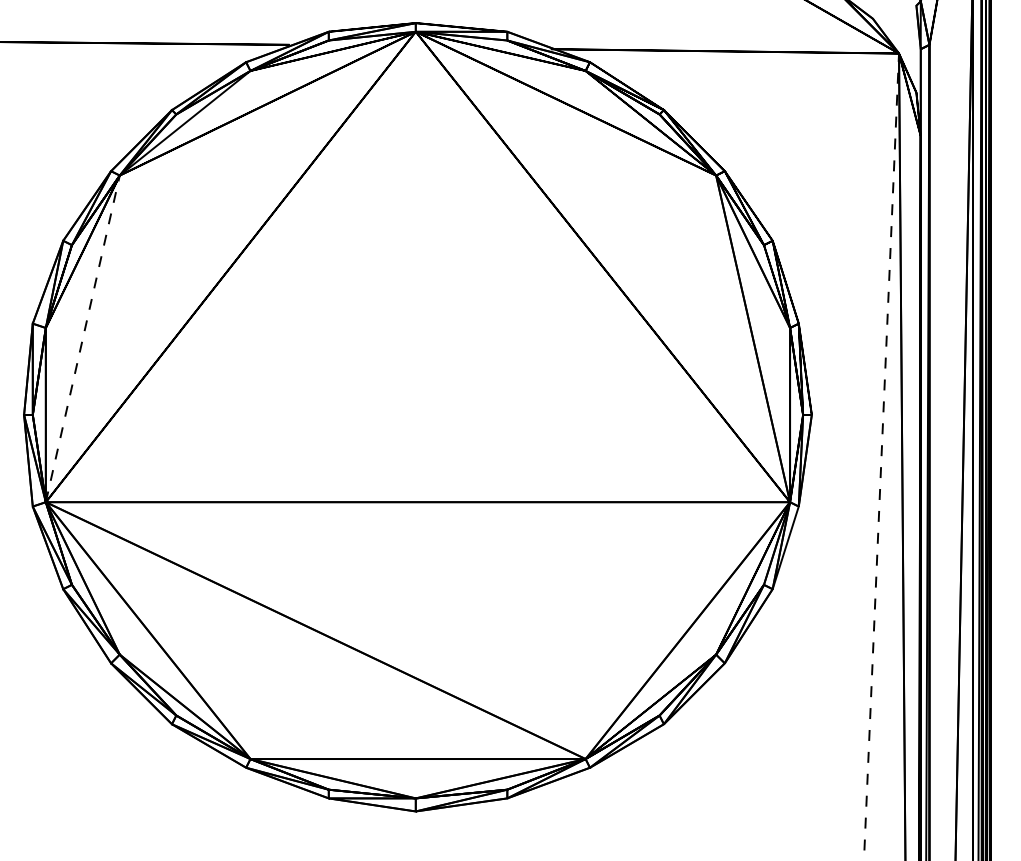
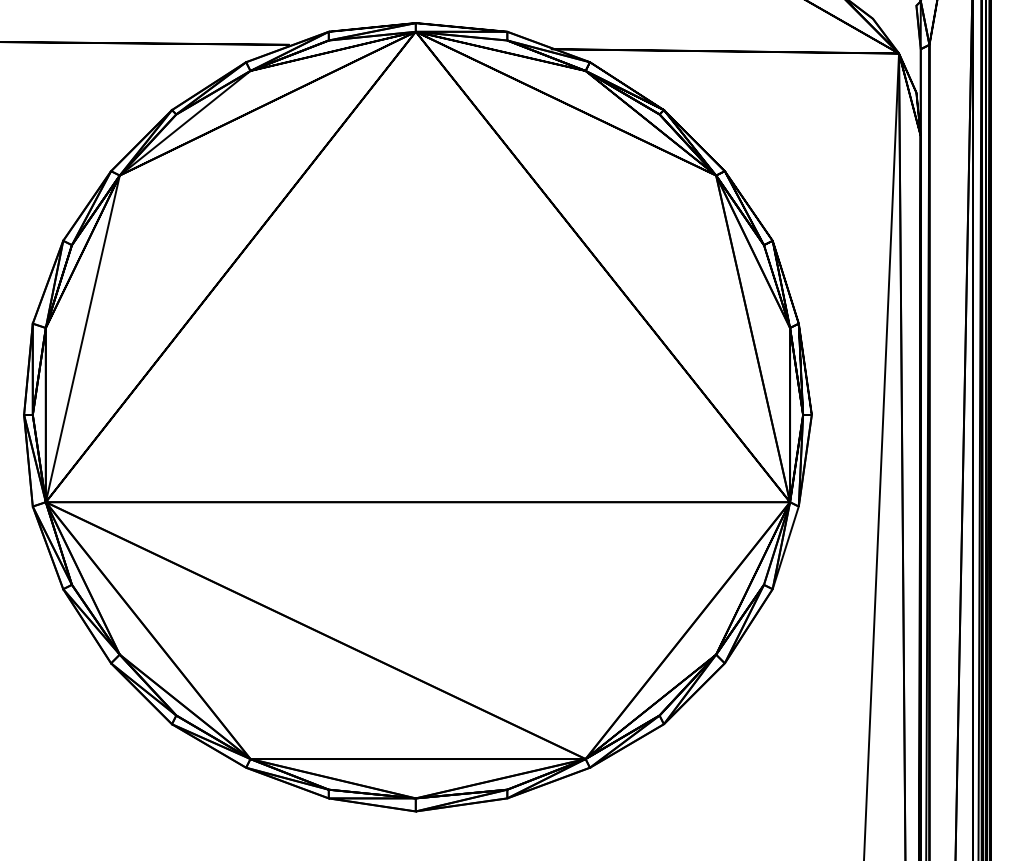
line at (82, 338): dashed -> solid
line at (881, 457): dashed -> solid
